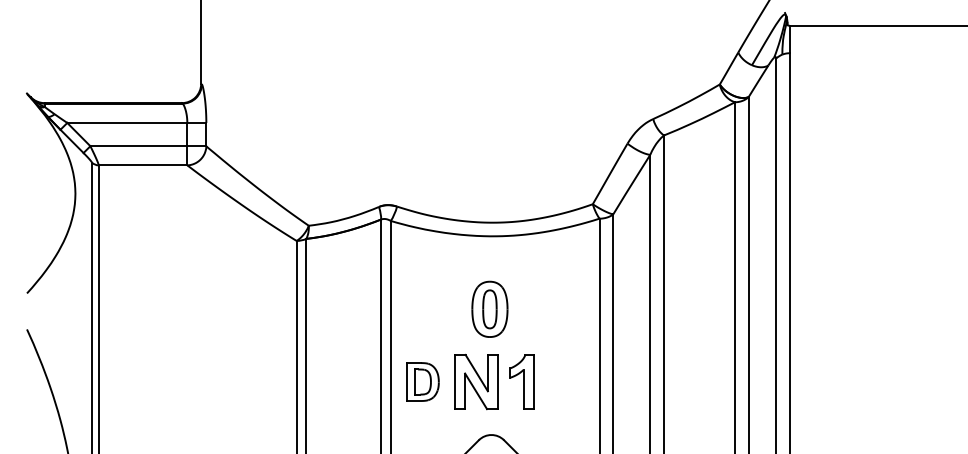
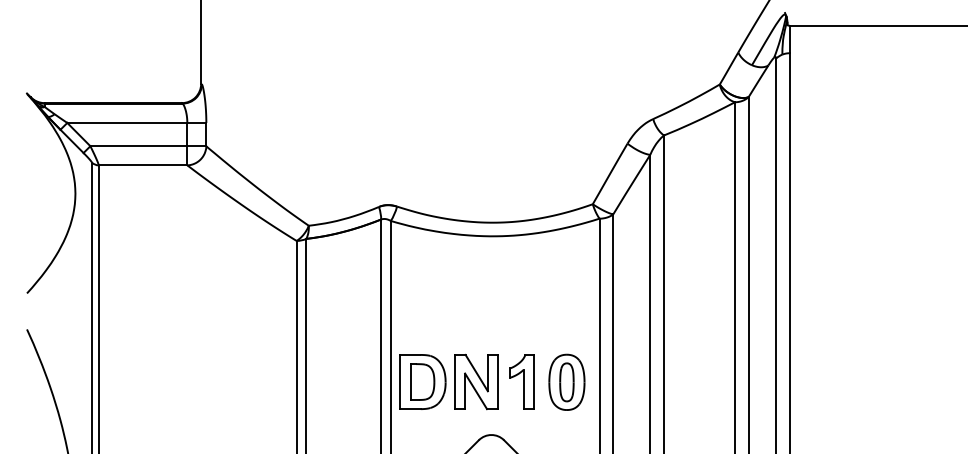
part at (489, 308) position: (489, 308) -> (566, 381)
part at (422, 381) size: 34x40 px -> 48x56 px
